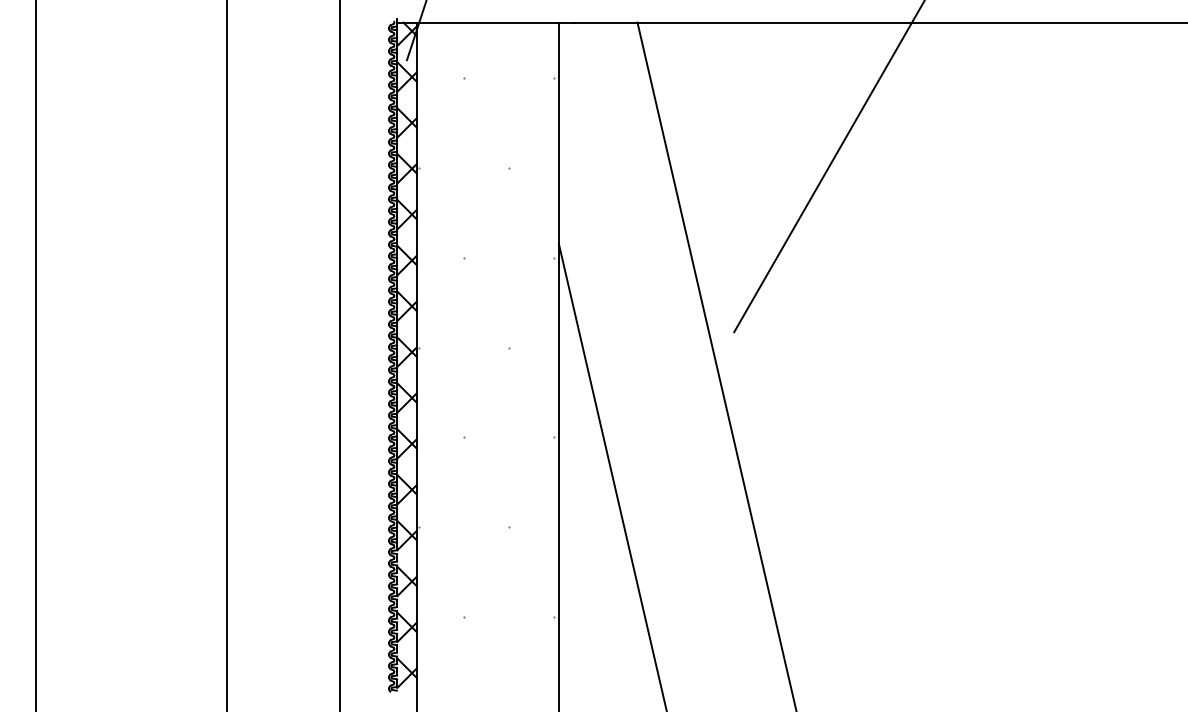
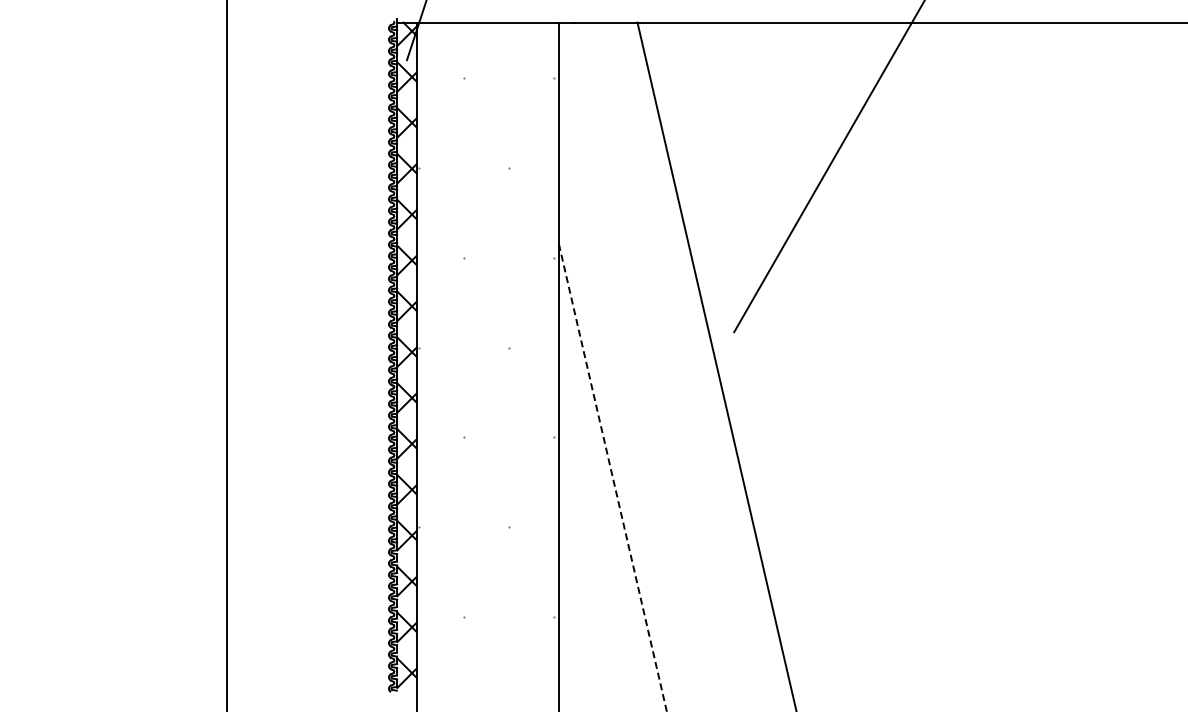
line at (35, 355): present -> none
line at (339, 355): present -> none
line at (612, 477): solid -> dashed
